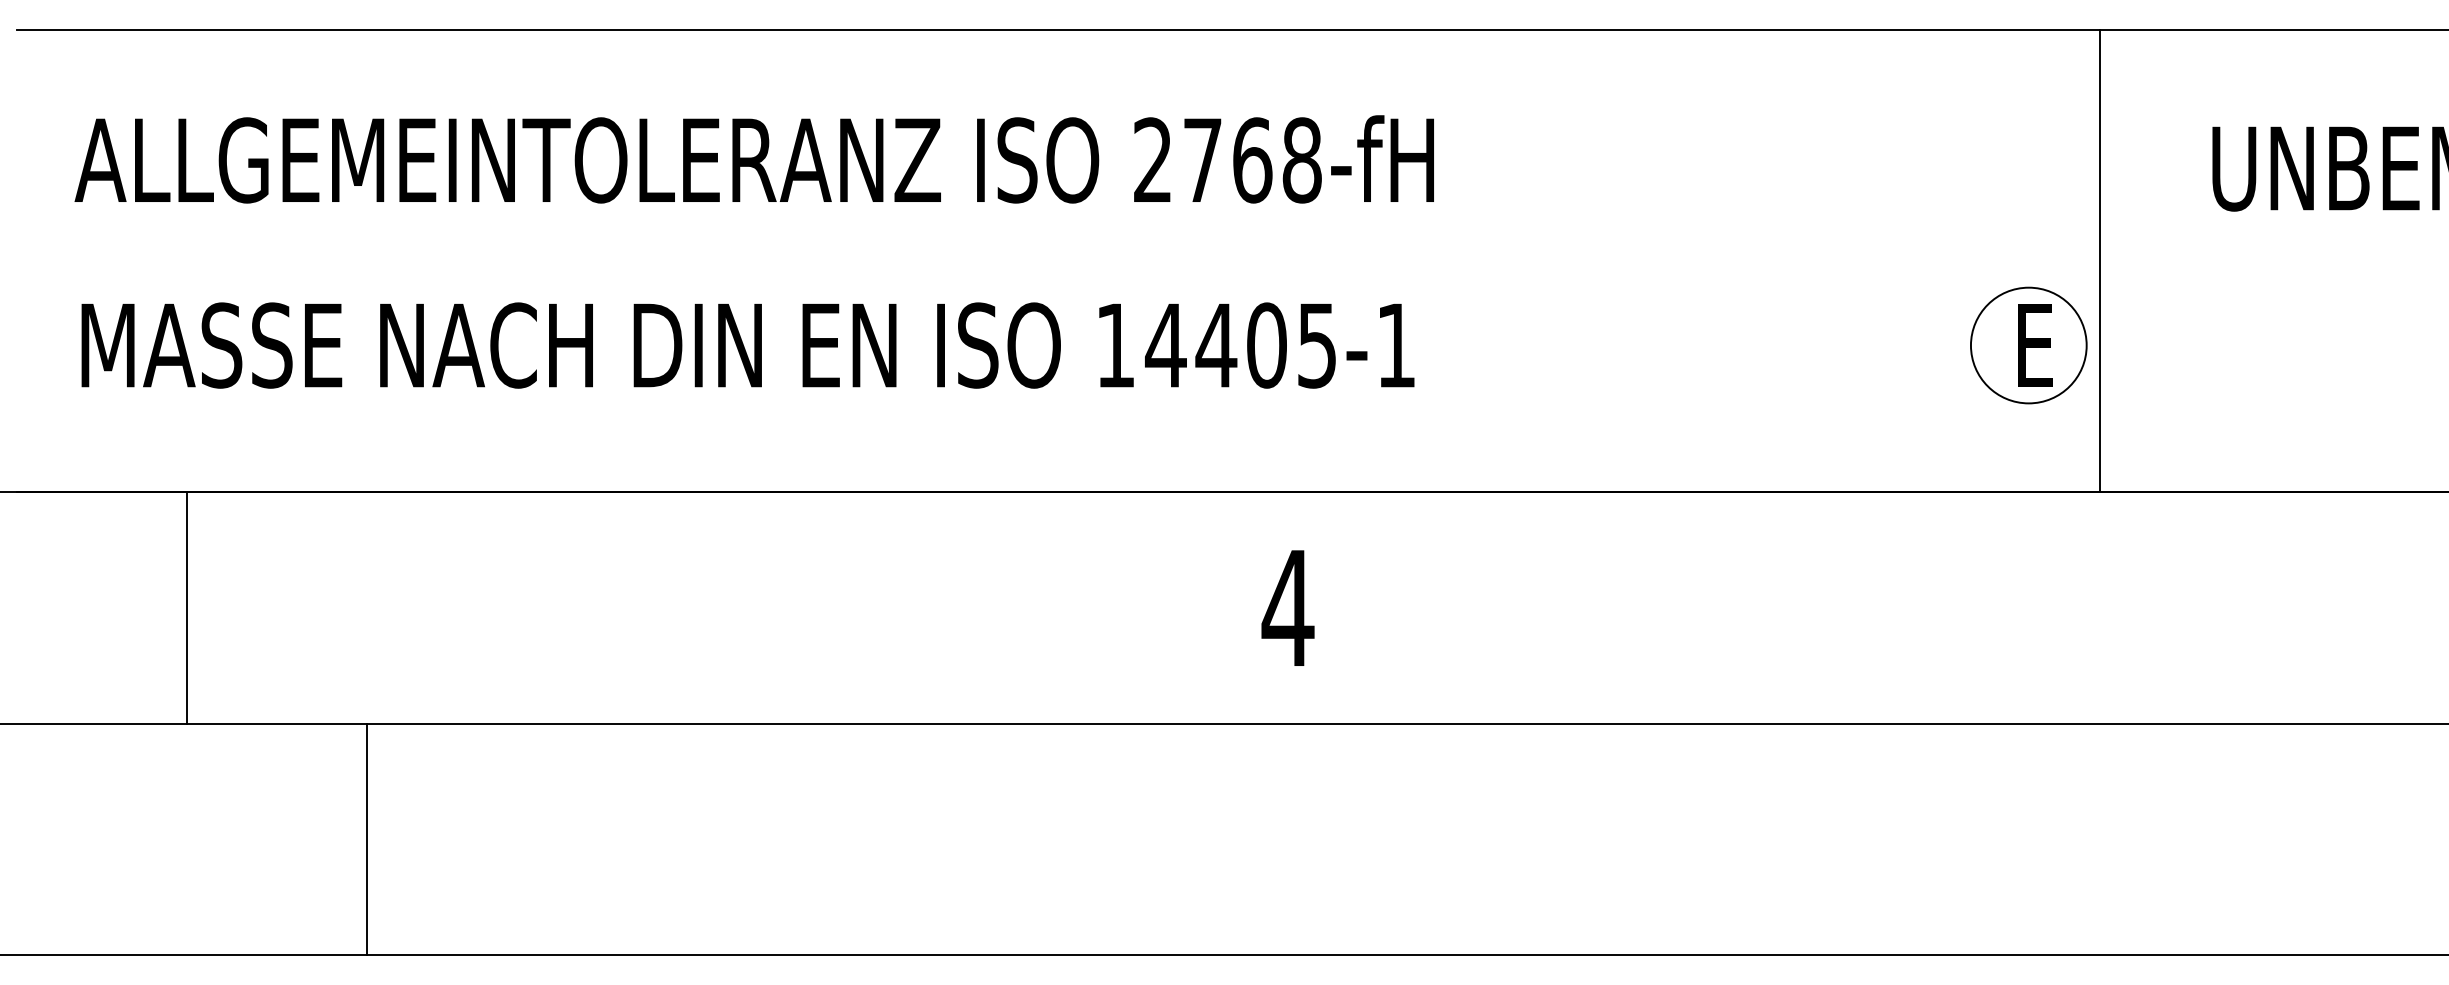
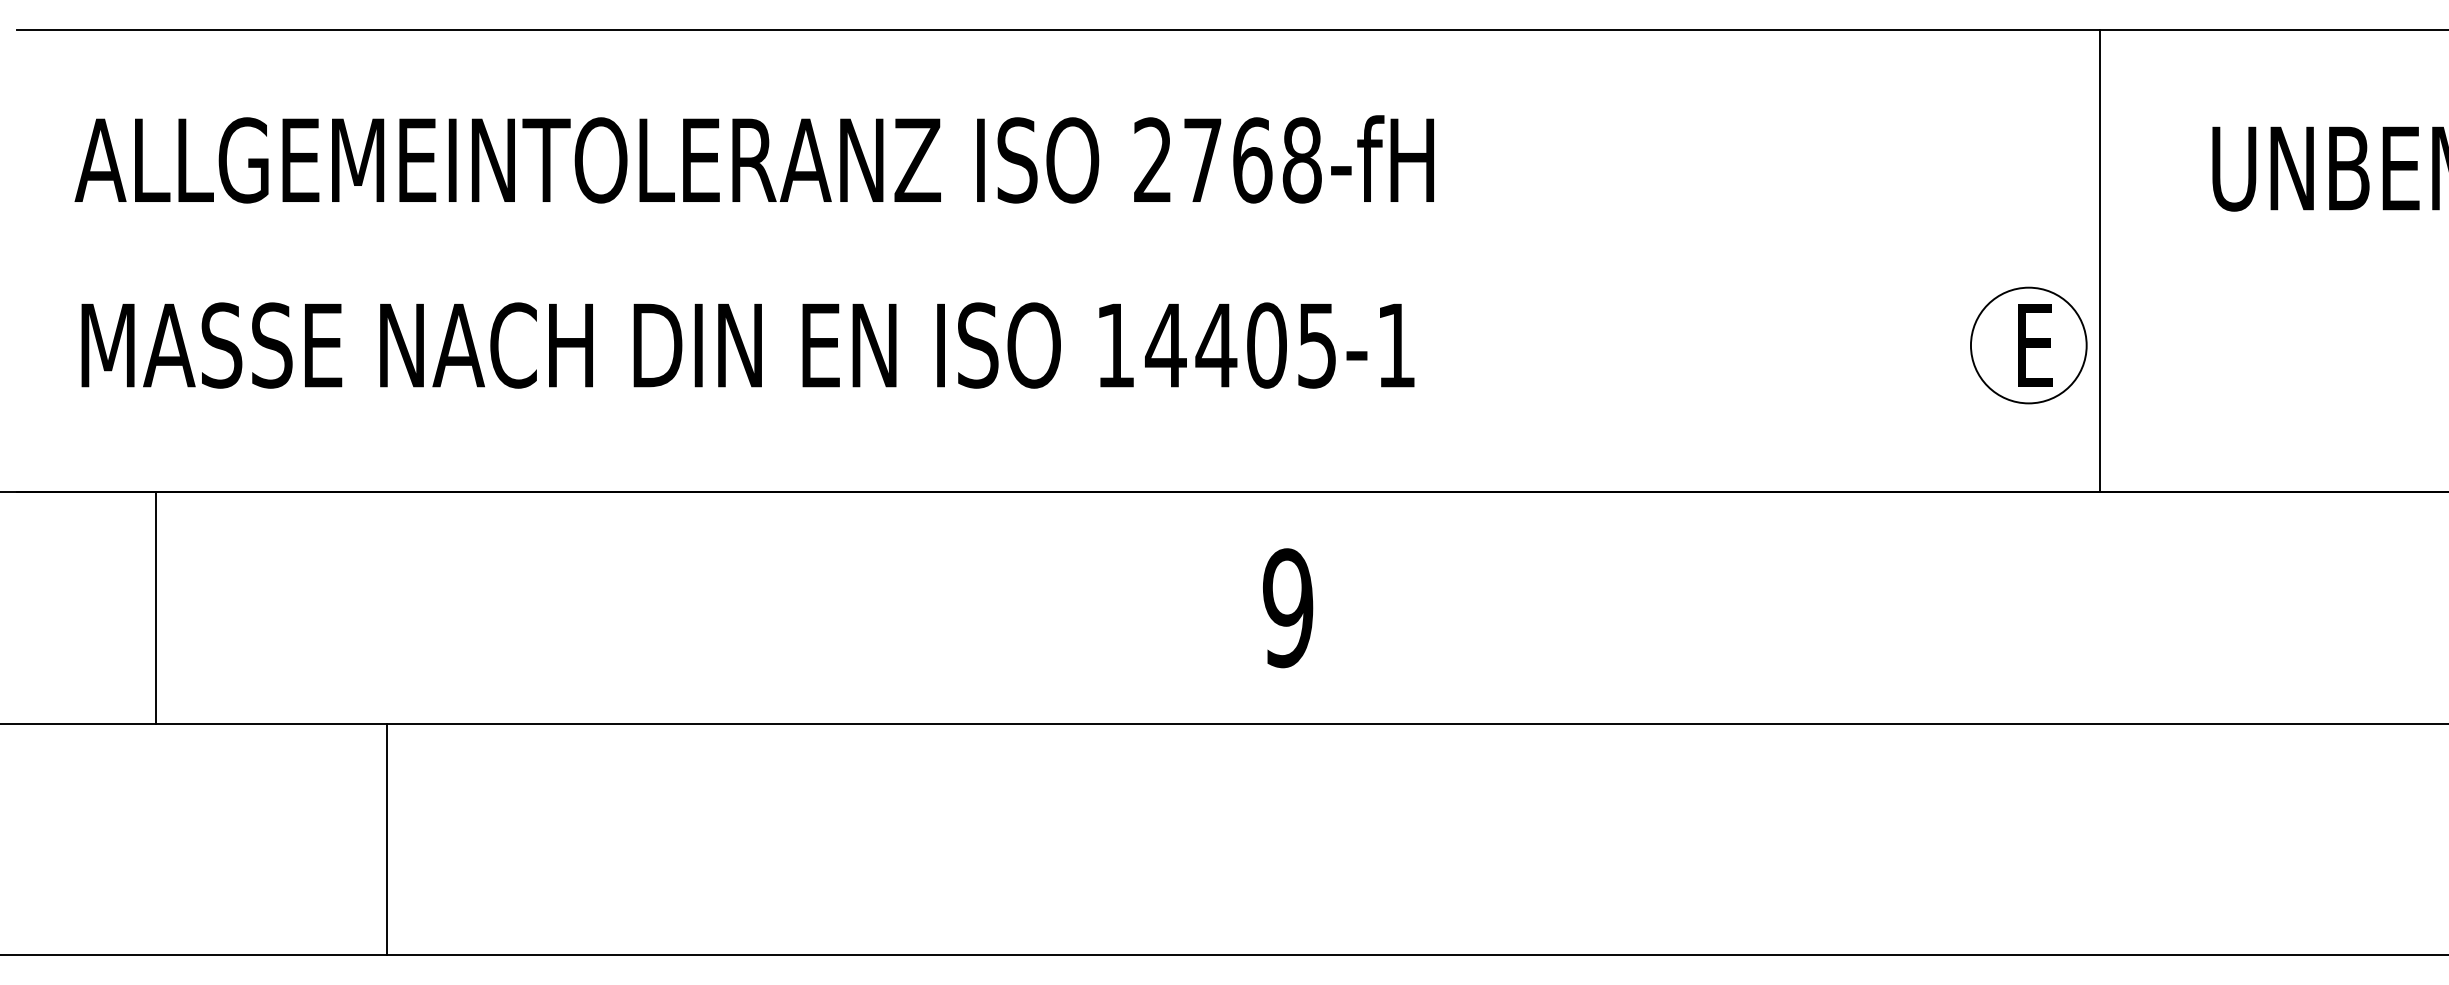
line at (187, 607) position: (187, 607) -> (156, 607)
text at (1287, 608): 4 -> 9
line at (367, 839) position: (367, 839) -> (387, 839)
